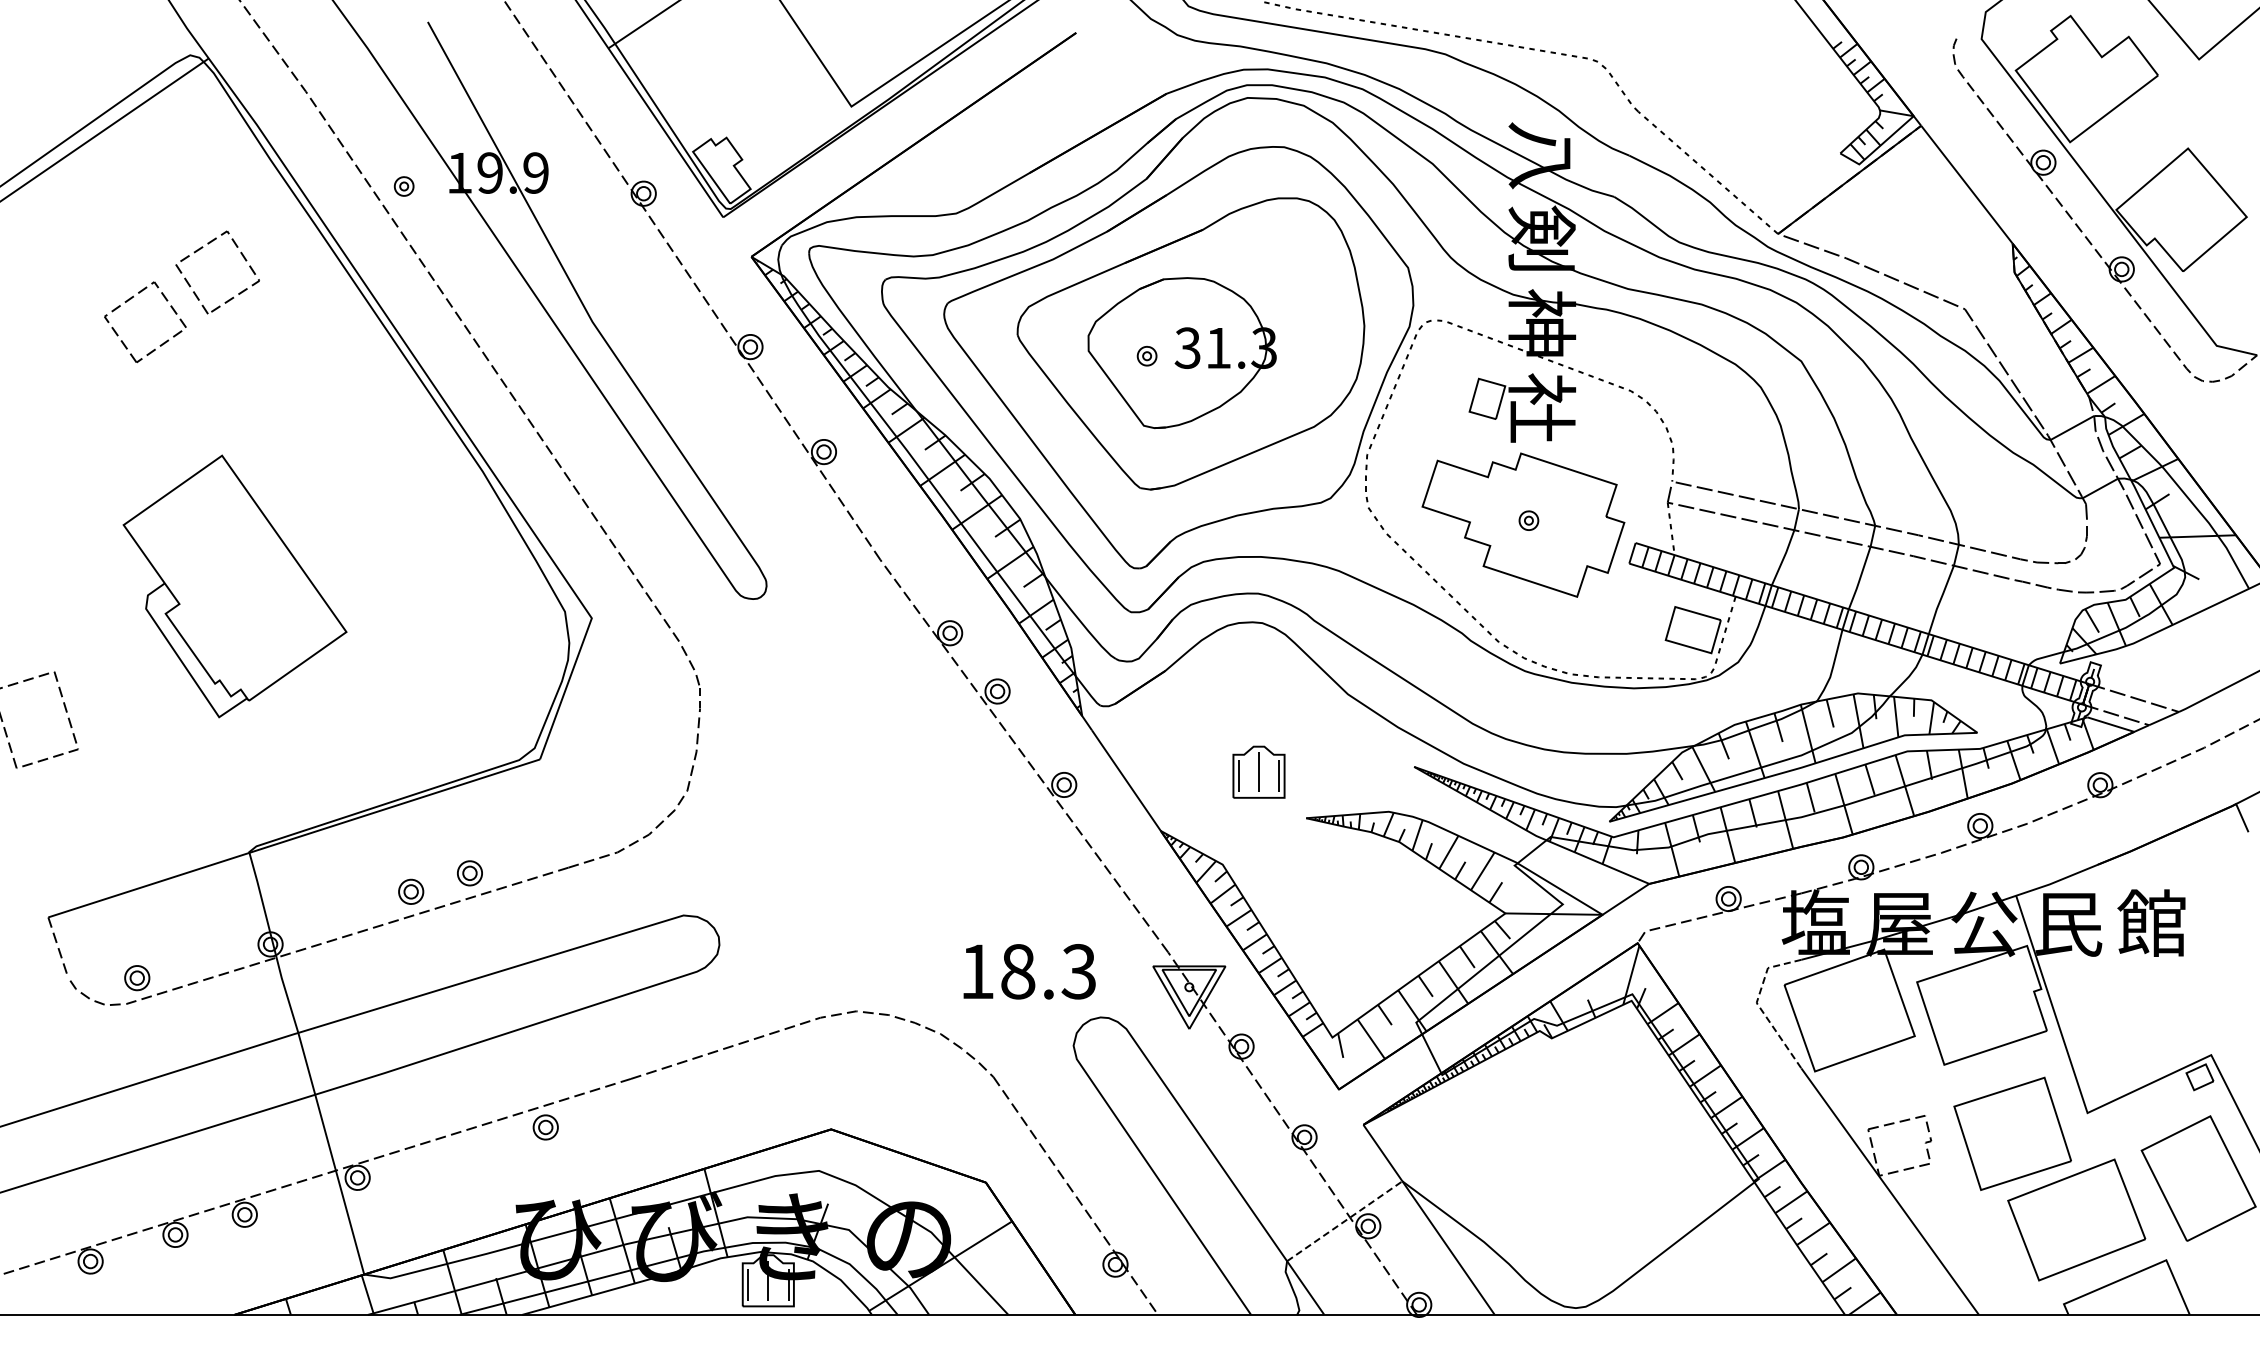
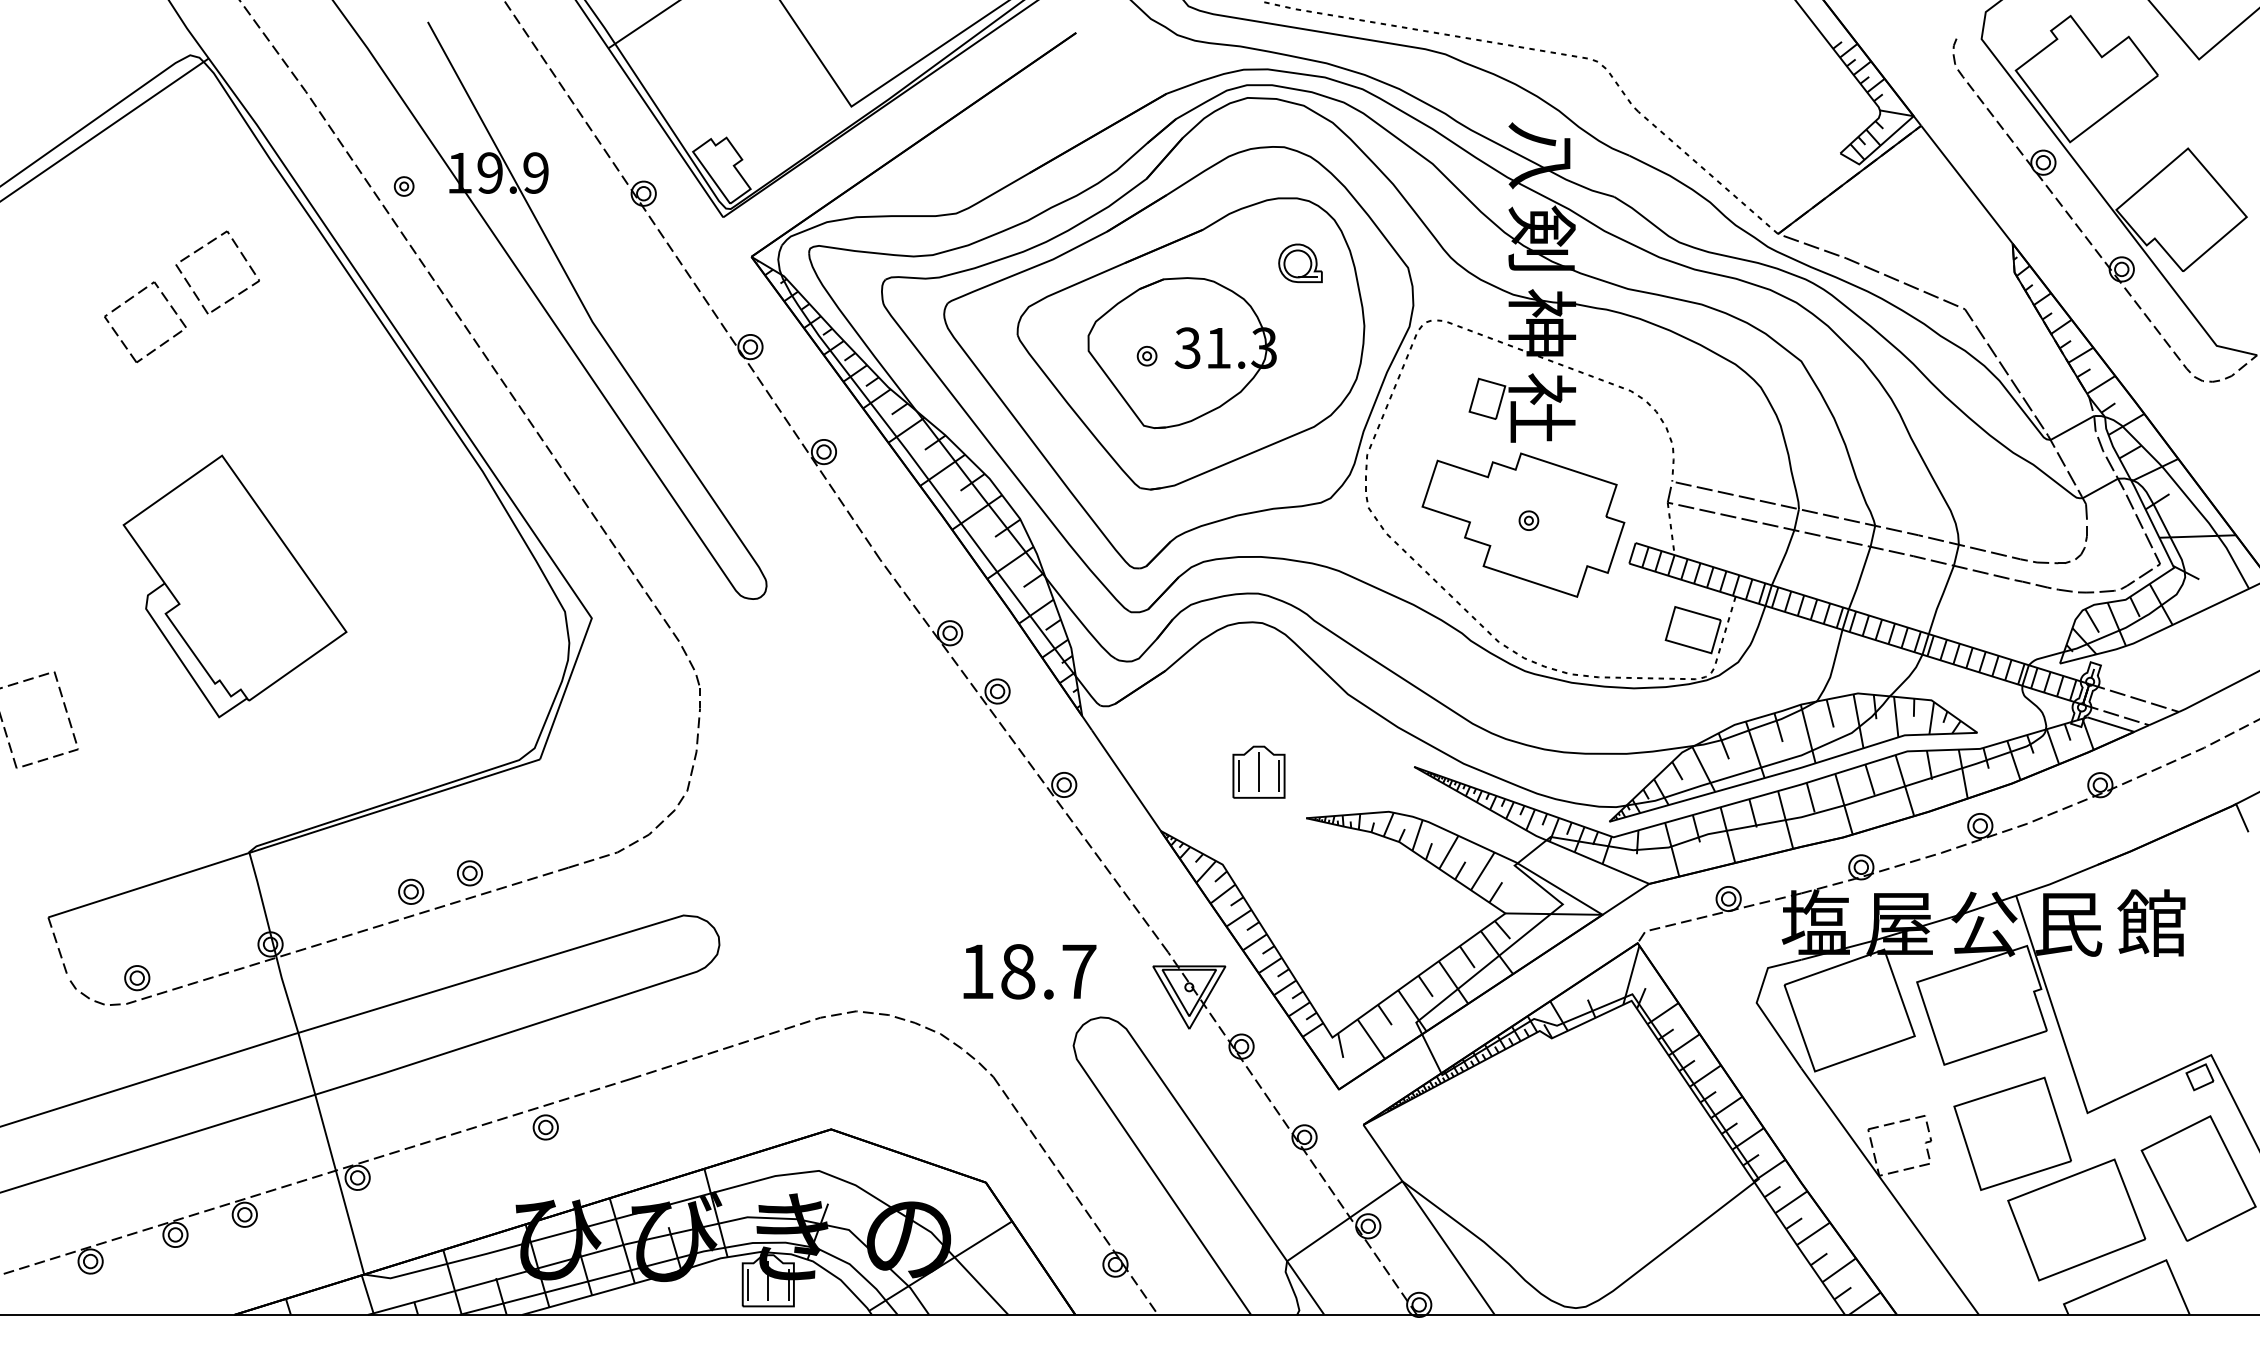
part at (1300, 263): none -> present
text at (1078, 971): 18.3 -> 18.7
line at (1758, 1005): dashed -> solid
line at (1345, 1221): dashed -> solid
